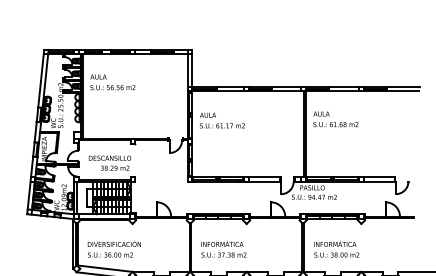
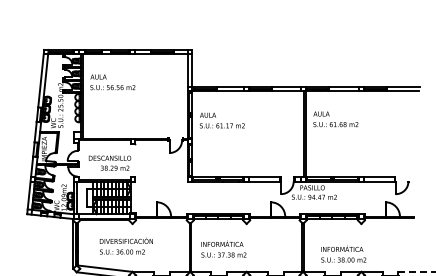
text at (113, 248) position: (113, 248) -> (125, 245)
text at (336, 248) position: (336, 248) -> (343, 253)
line at (417, 271): solid -> dashed
